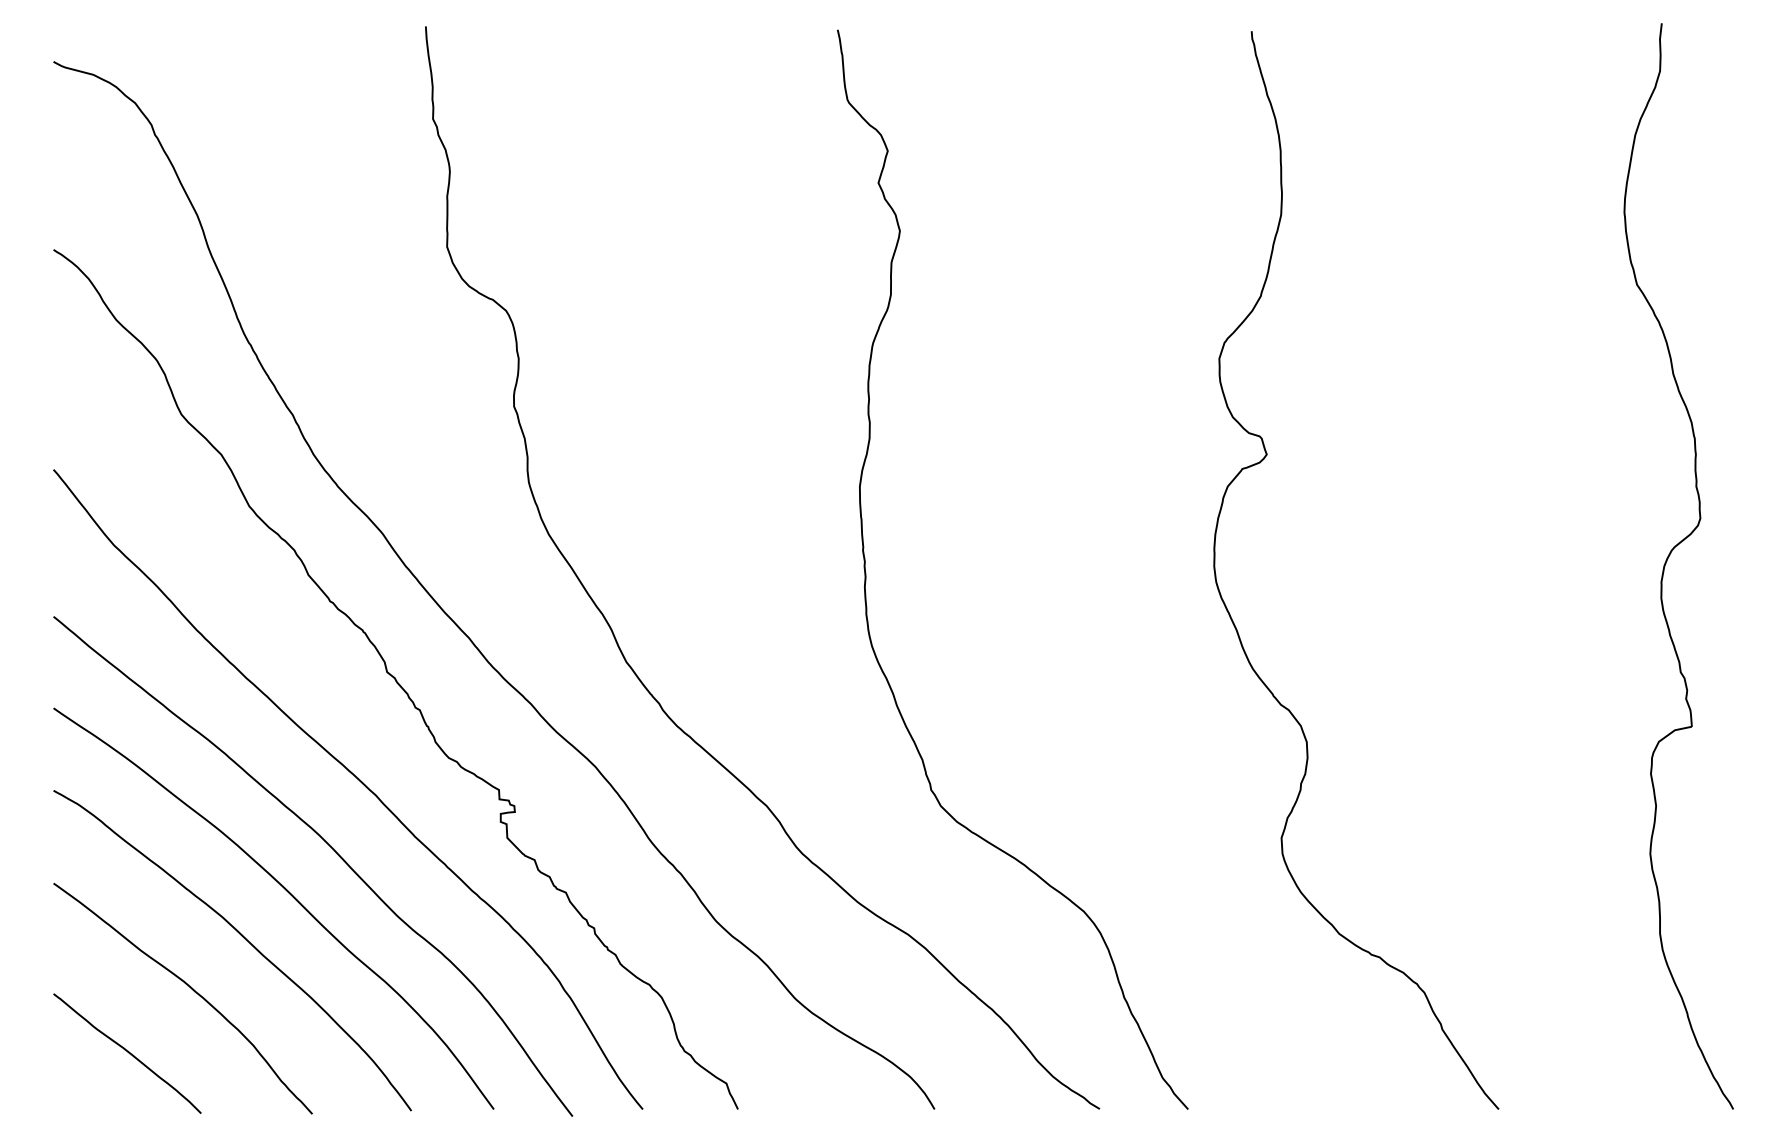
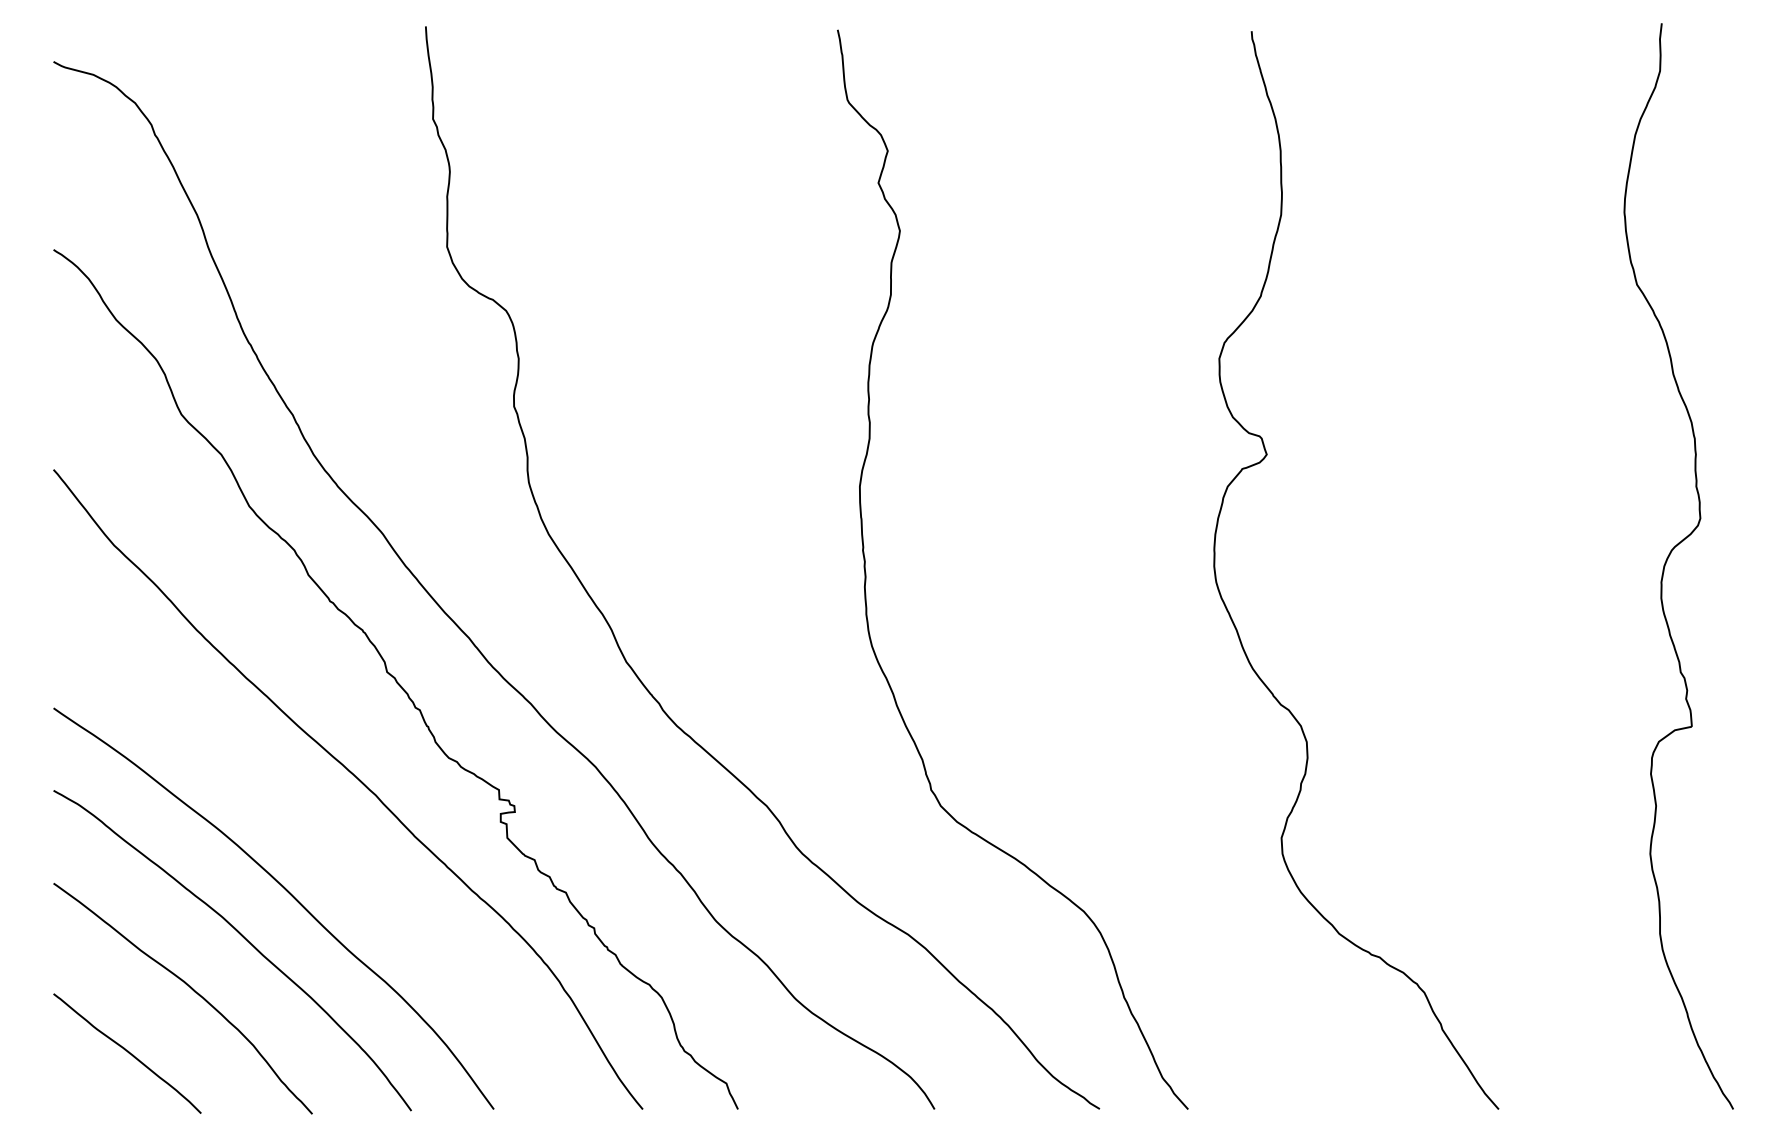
curve at (331, 848): present -> none
